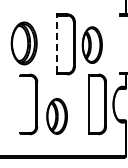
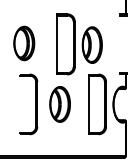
part at (23, 43) size: 28x45 px -> 23x37 px
line at (57, 44): dashed -> solid
part at (56, 116) position: (56, 116) -> (59, 104)
